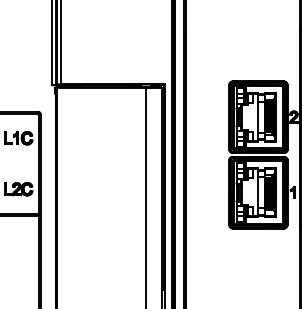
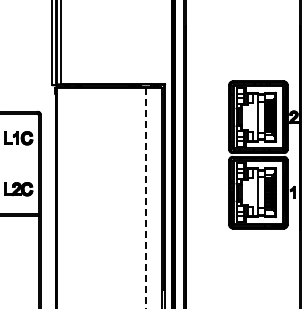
line at (146, 197): solid -> dashed
